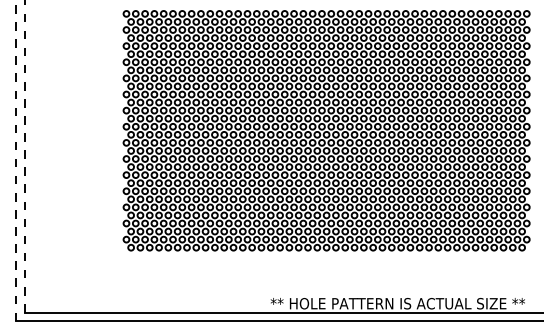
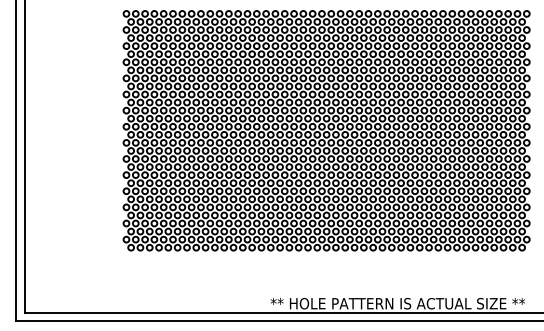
line at (24, 156): dashed -> solid
line at (16, 160): dashed -> solid
